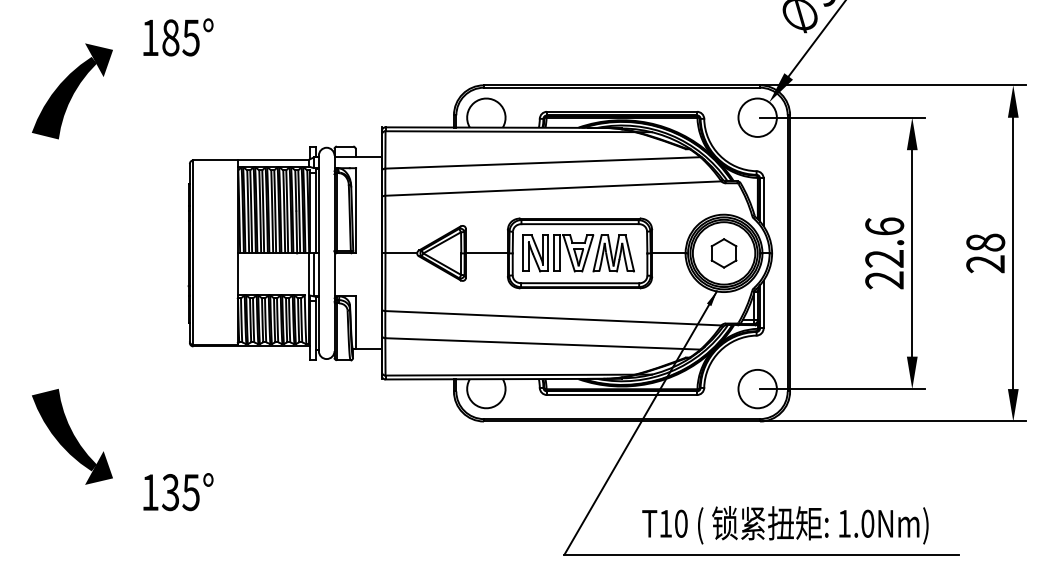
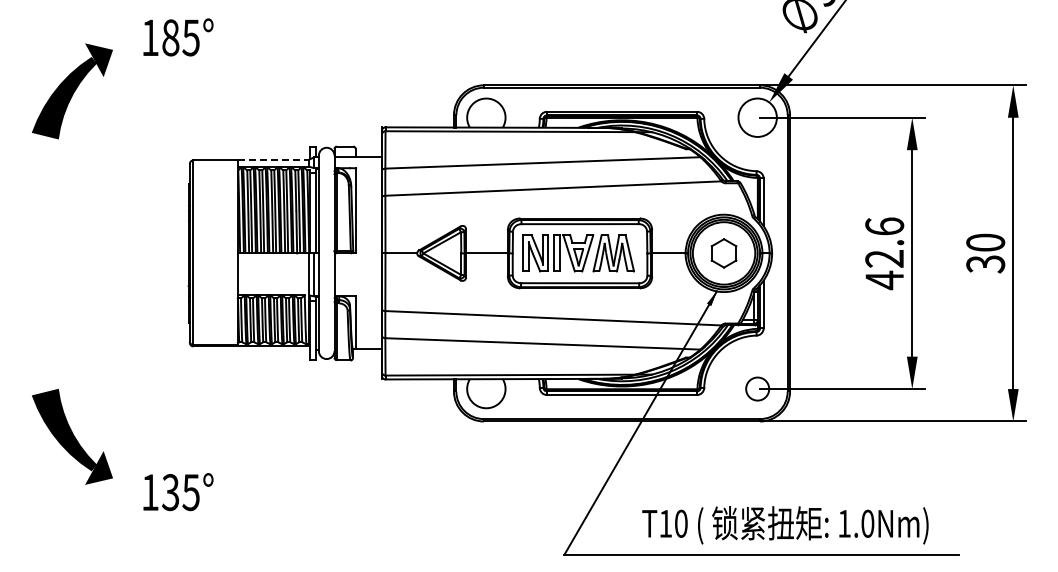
line at (273, 159): solid -> dashed
text at (985, 253): 28 -> 30
text at (884, 280): 22.6 -> 42.6
circle at (757, 388) diameter: 38 px -> 23 px
